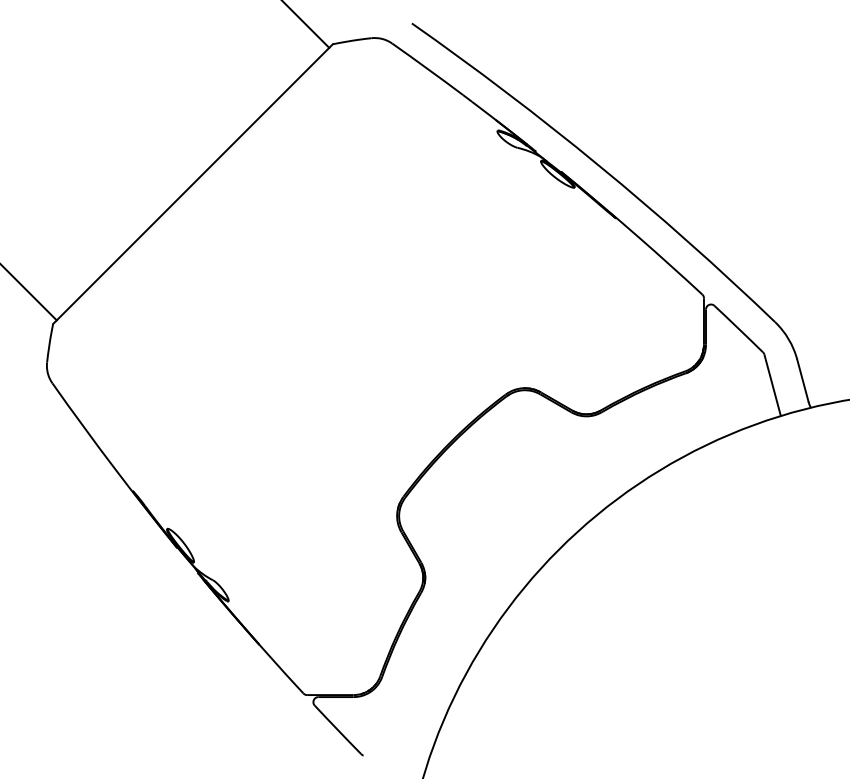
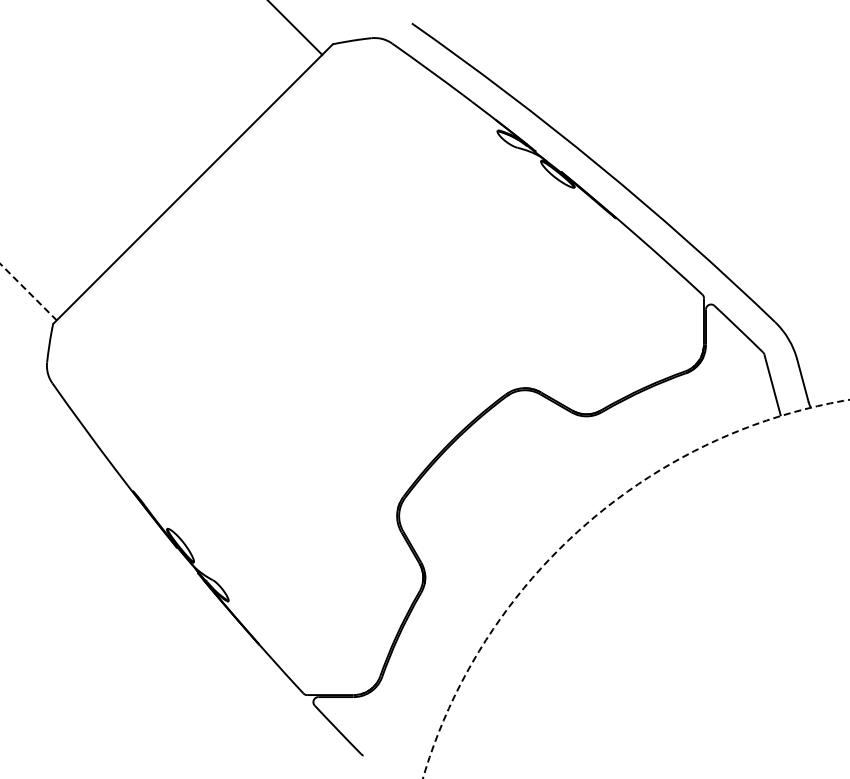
line at (306, 24) position: (306, 24) -> (295, 28)
line at (28, 292): solid -> dashed
circle at (636, 589): solid -> dashed
